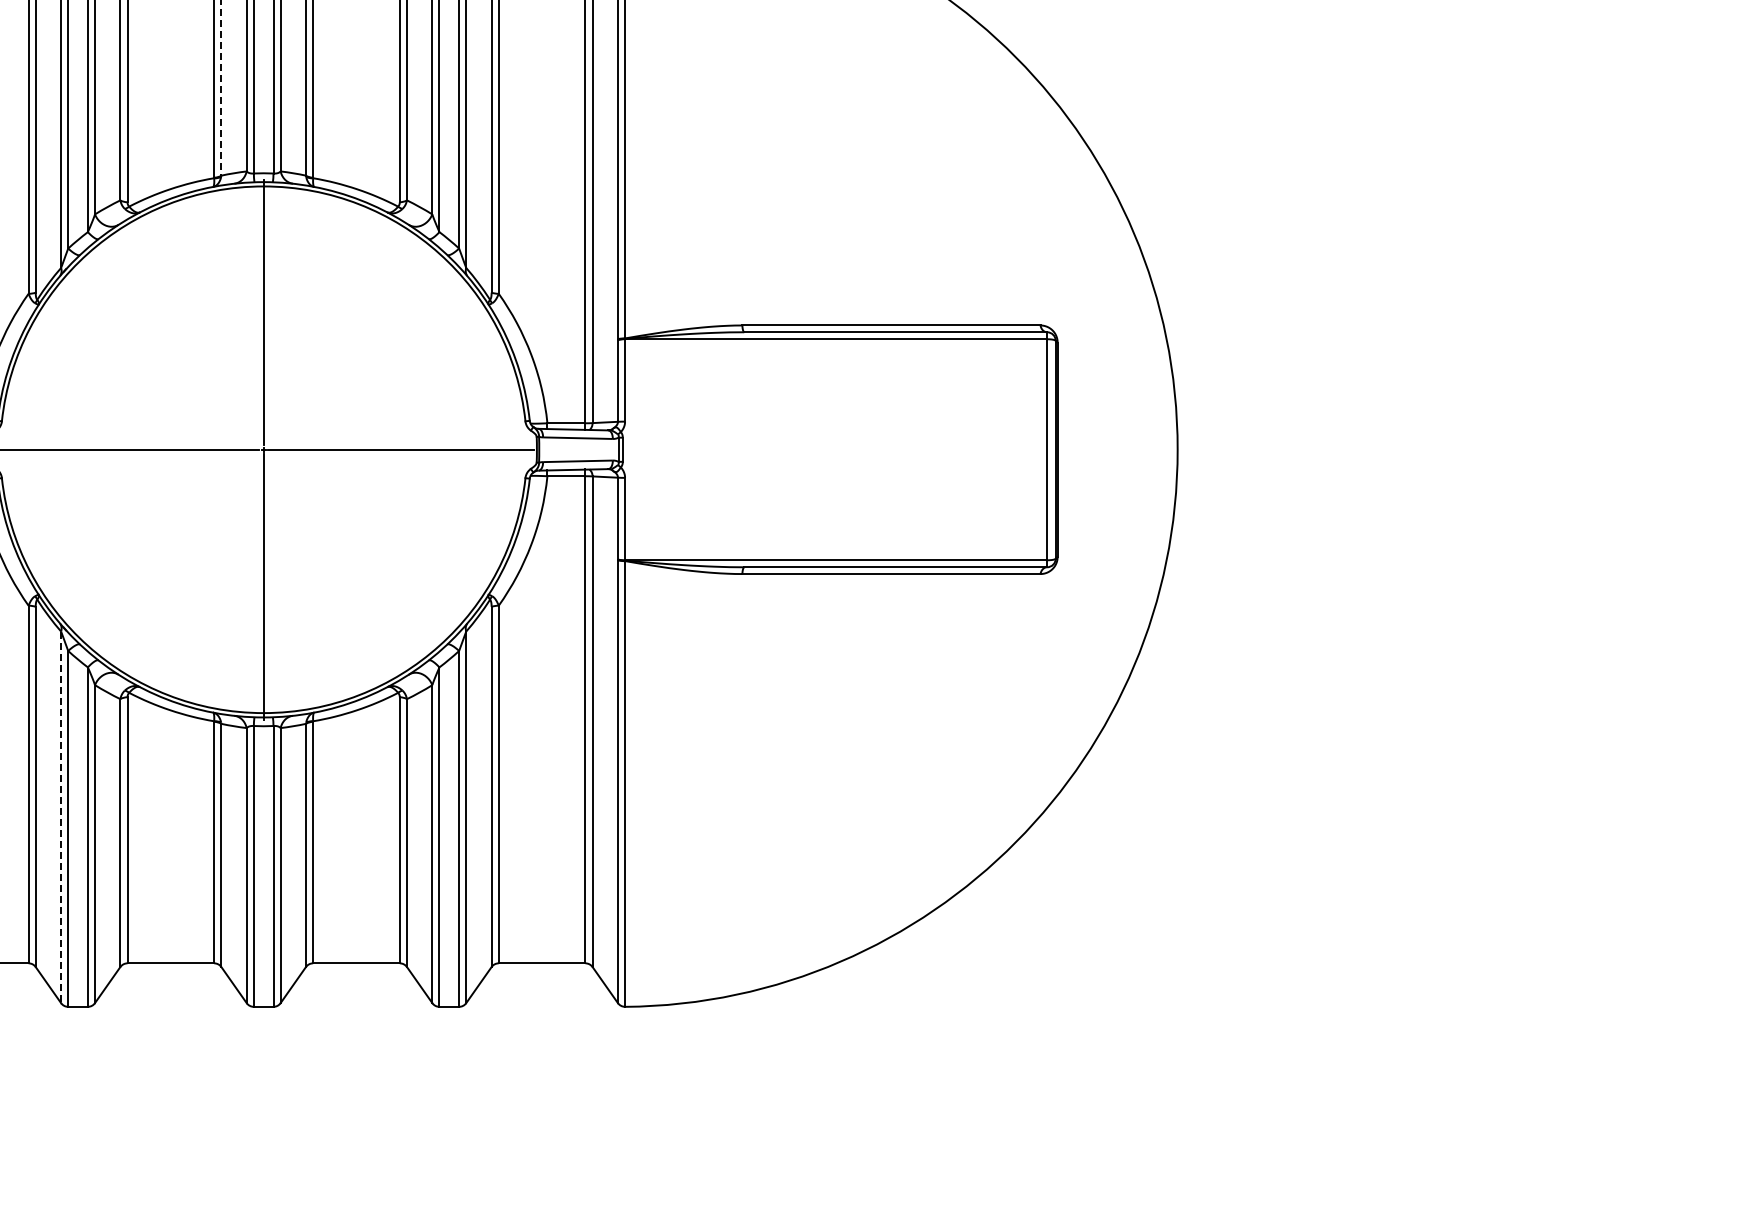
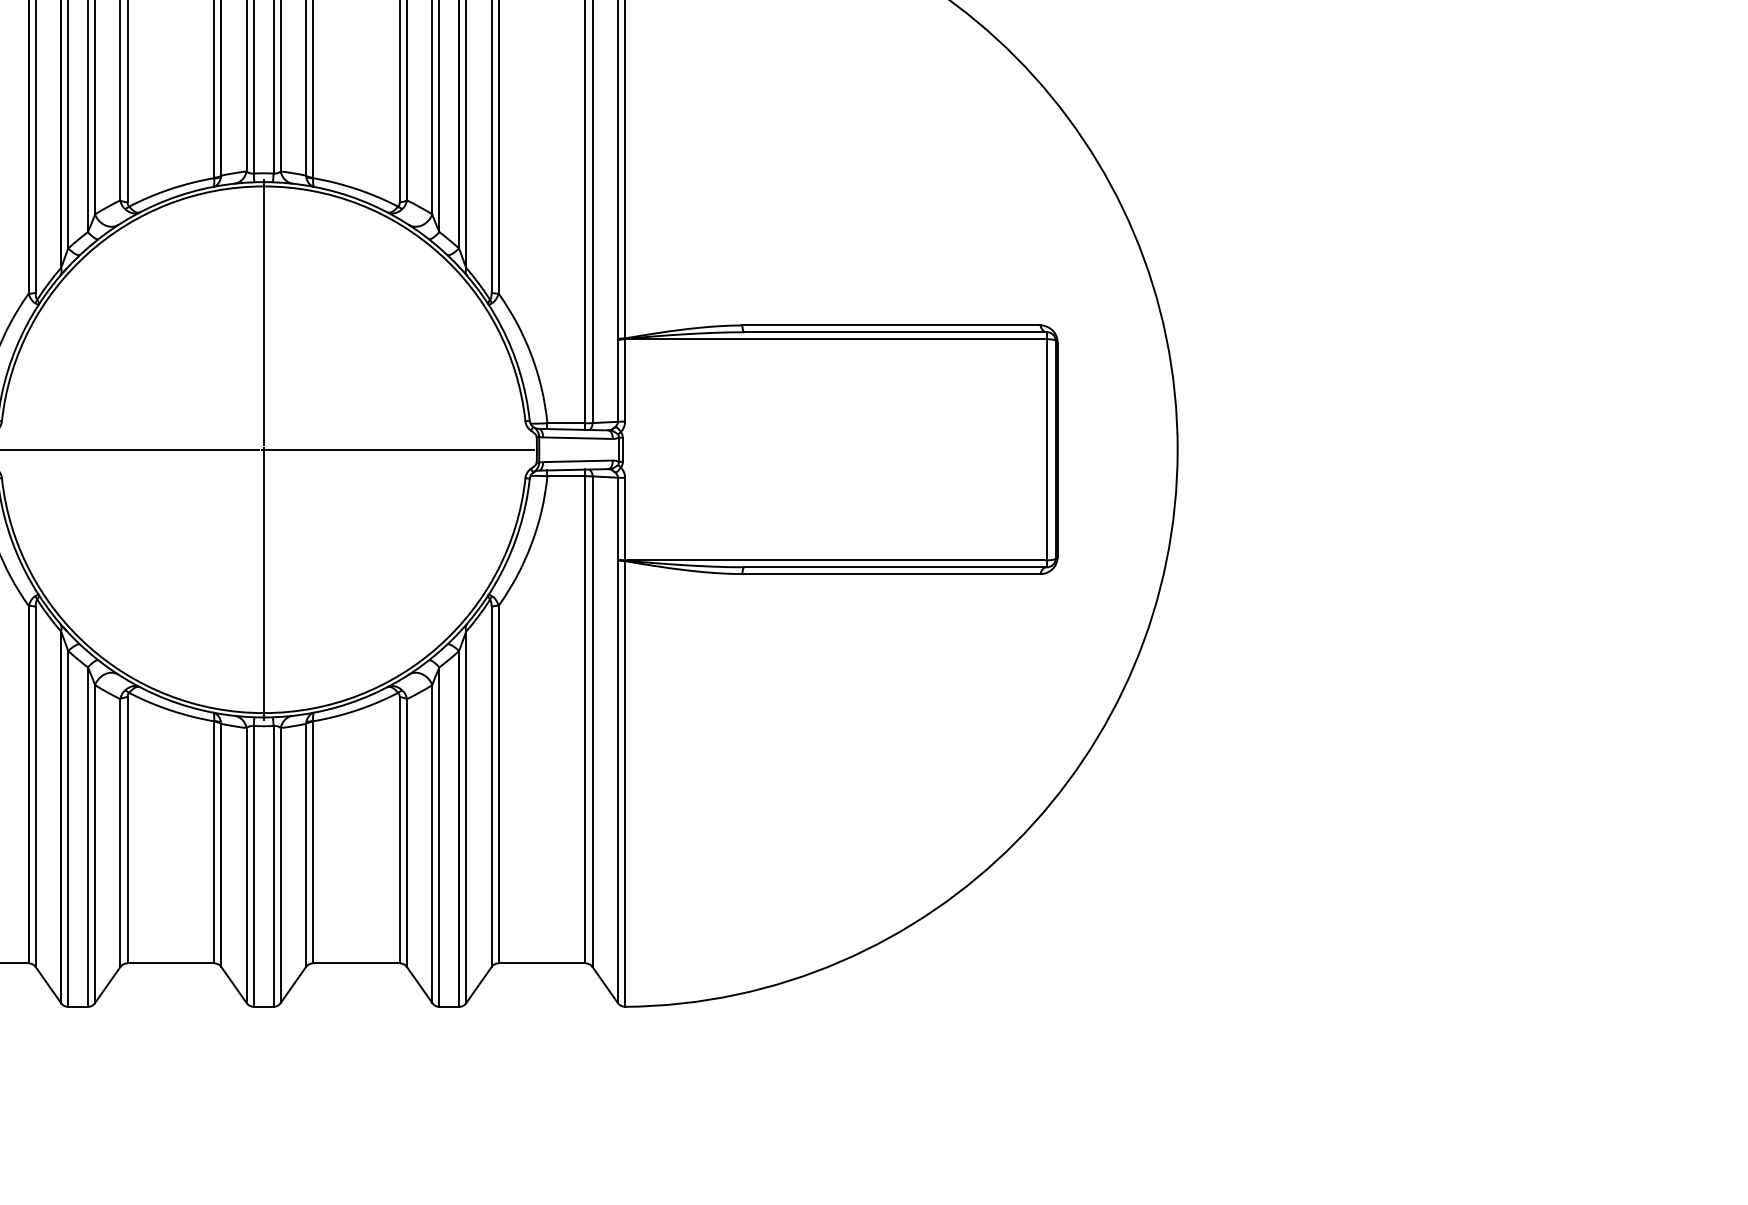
line at (221, 87): dashed -> solid
line at (61, 817): dashed -> solid
